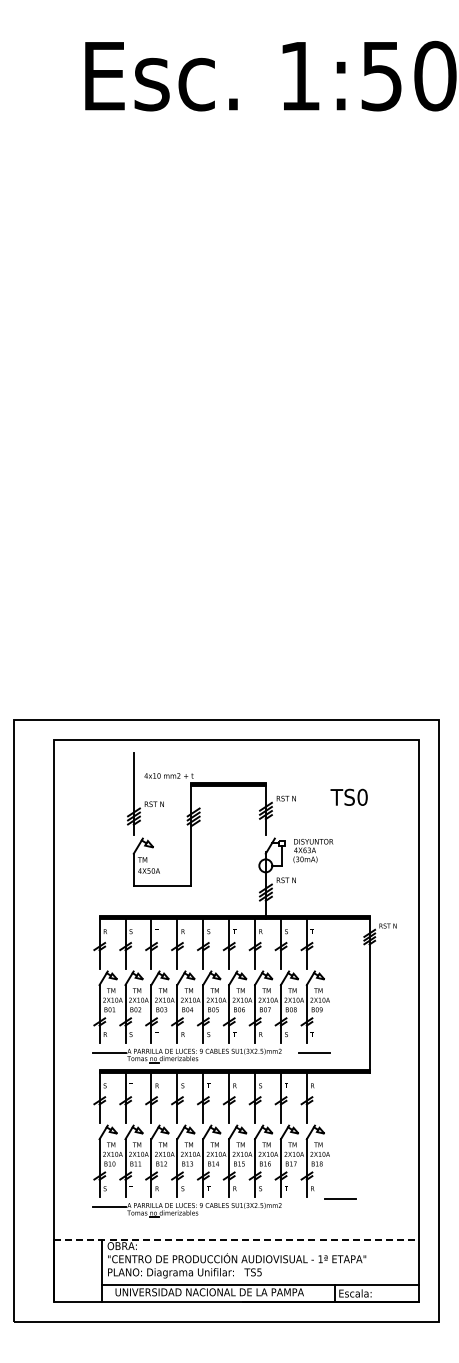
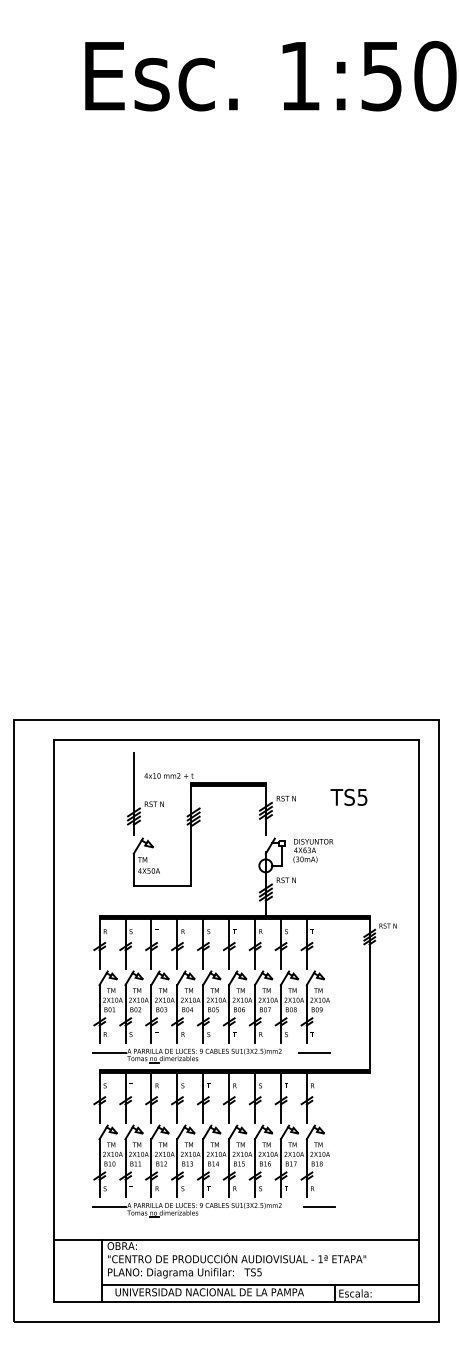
text at (362, 796): TS0 -> TS5
line at (340, 1198) position: (340, 1198) -> (319, 1206)
line at (237, 1240): dashed -> solid
